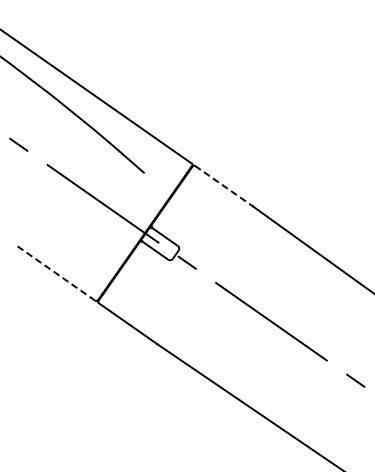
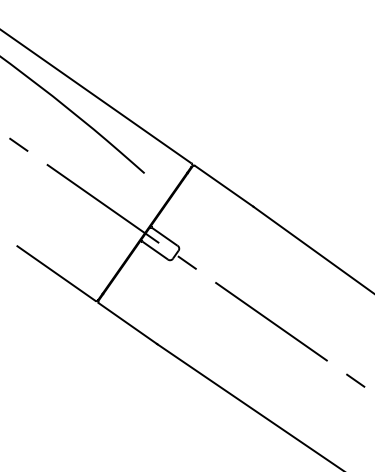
line at (224, 186): dashed -> solid
line at (56, 273): dashed -> solid
